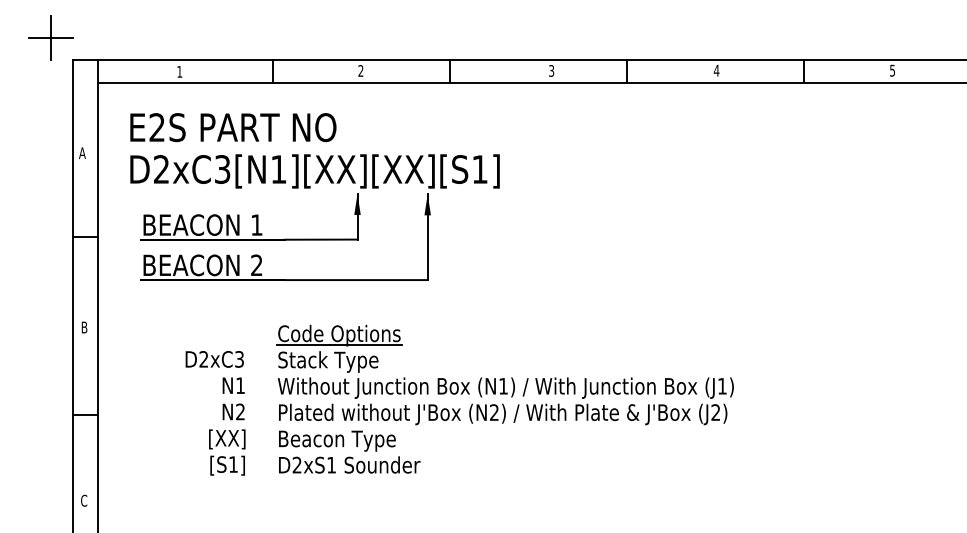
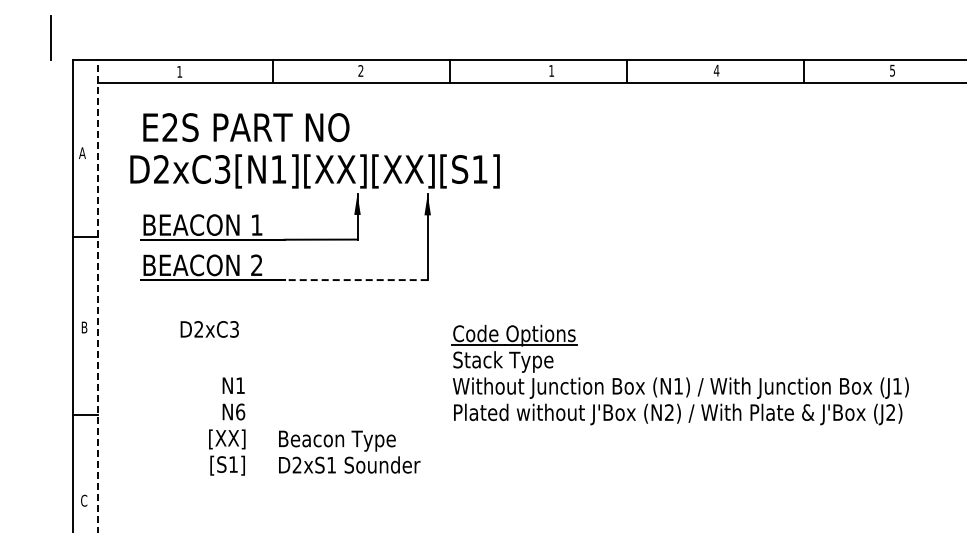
line at (51, 38): present -> none
text at (551, 70): 3 -> 1
text at (233, 127) position: (233, 127) -> (246, 127)
line at (356, 280): solid -> dashed
line at (98, 296): solid -> dashed
text at (214, 359) position: (214, 359) -> (209, 329)
part at (504, 374) position: (504, 374) -> (679, 374)
text at (240, 411): N2 -> N6
